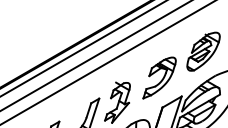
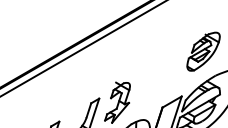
line at (95, 56): present -> none
line at (107, 62): present -> none
part at (159, 77): present -> none
